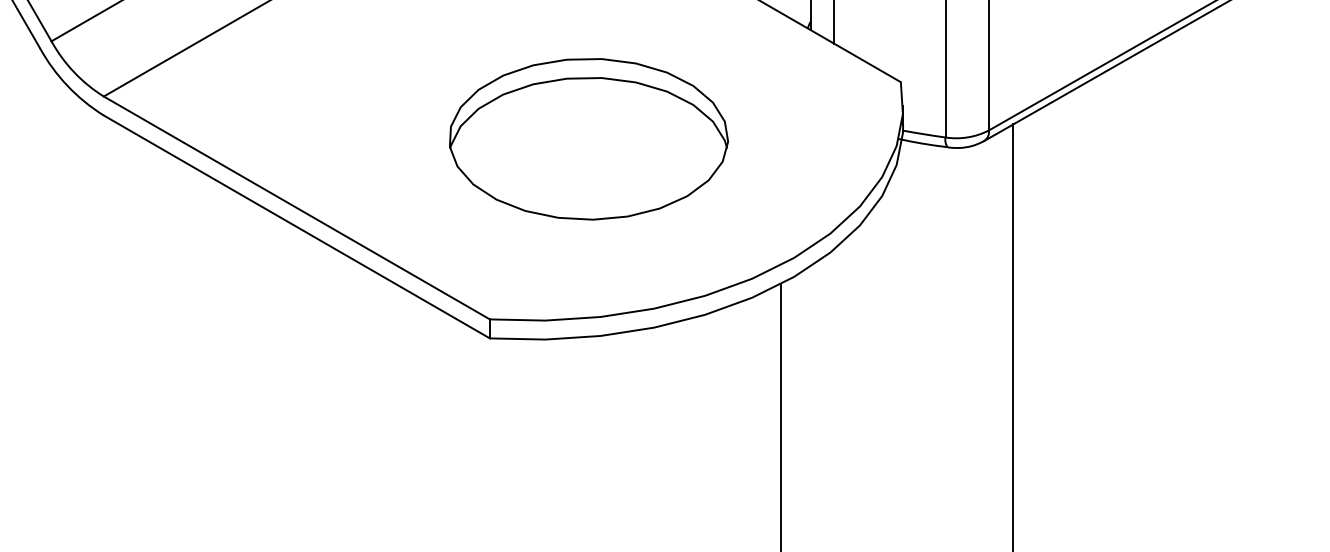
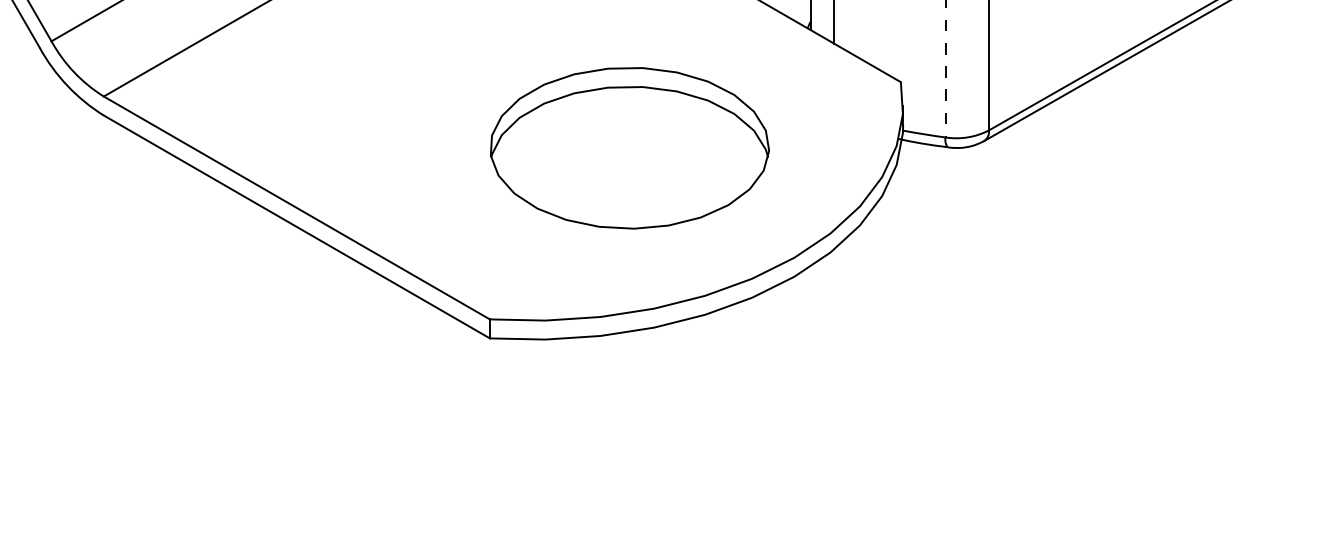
line at (945, 69): solid -> dashed
part at (588, 139) position: (588, 139) -> (629, 148)
line at (1013, 336): present -> none
line at (780, 416): present -> none
